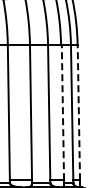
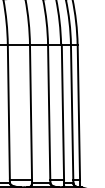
line at (62, 112): dashed -> solid
line at (78, 112): dashed -> solid
